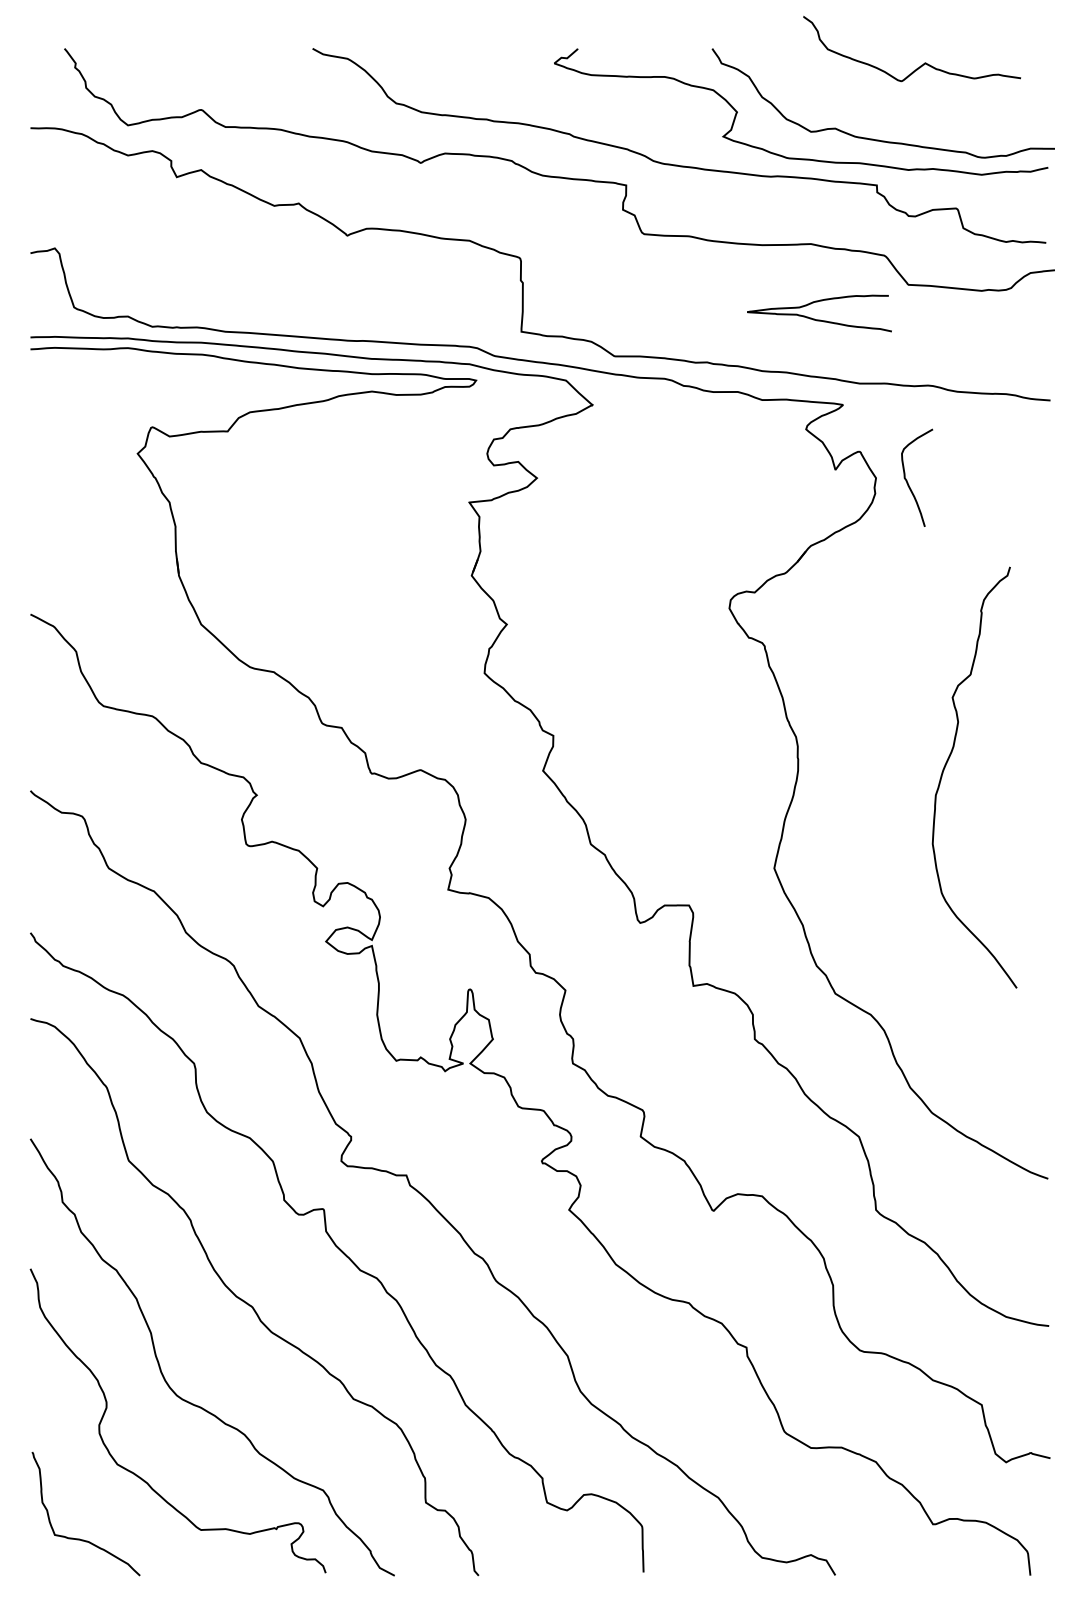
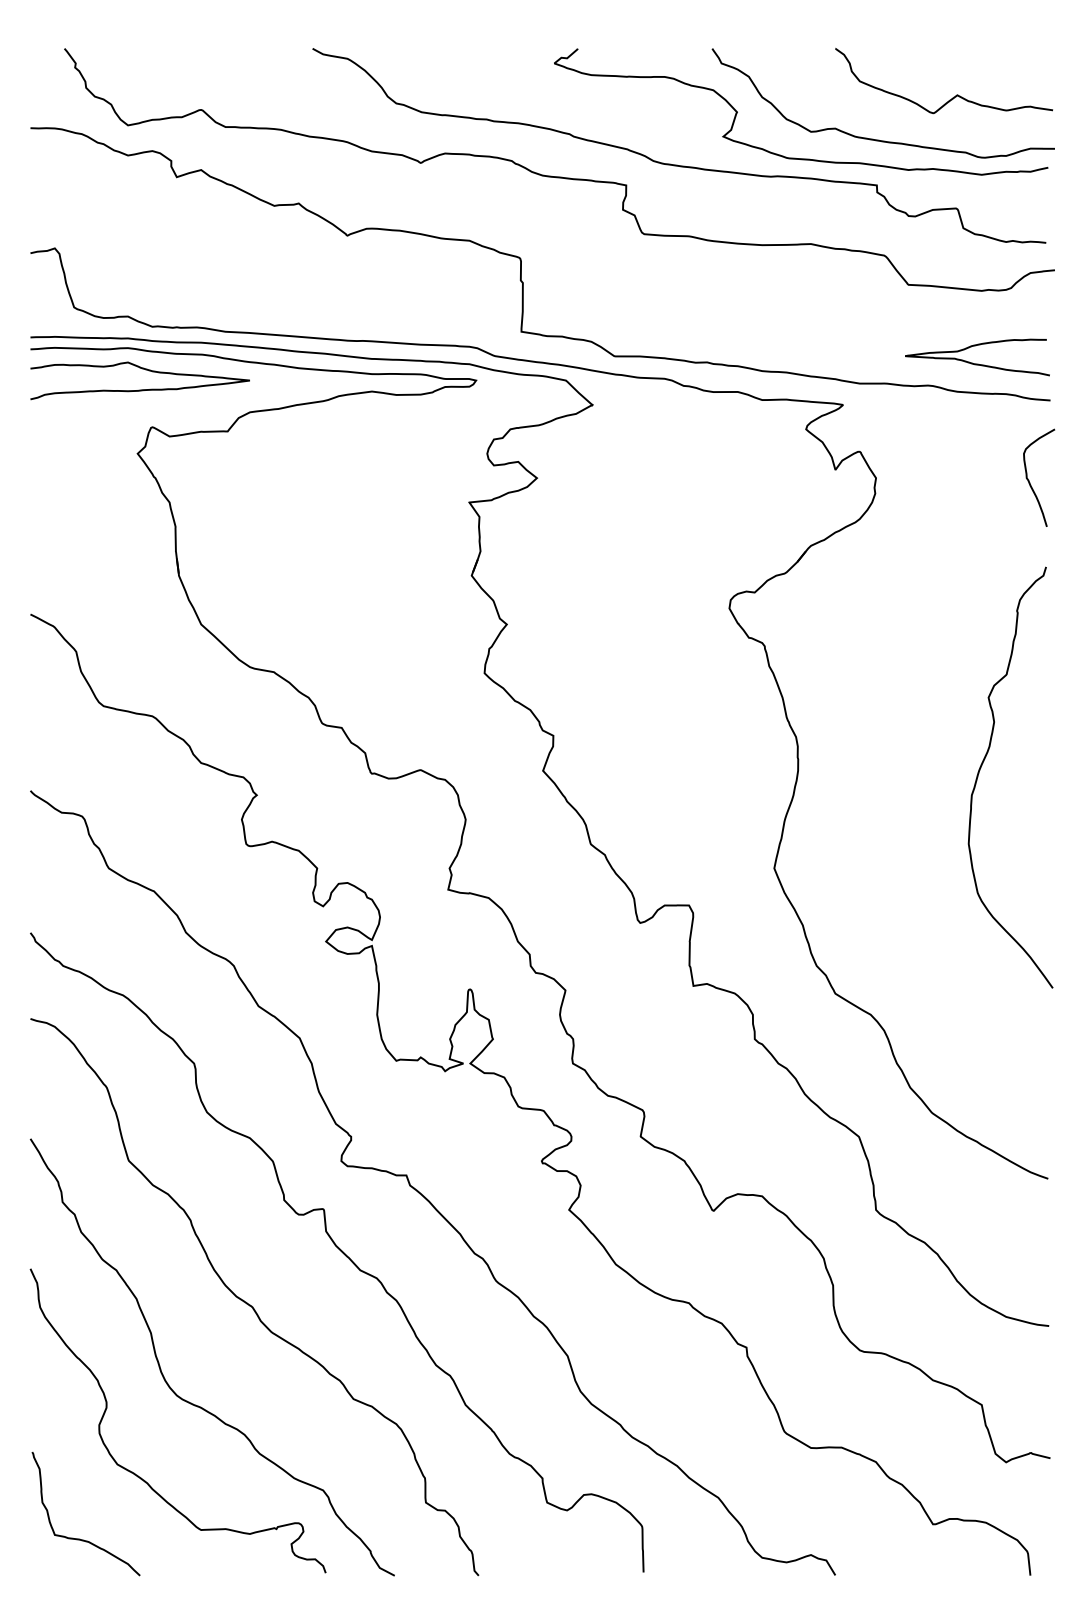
curve at (920, 65) position: (920, 65) -> (952, 97)
curve at (819, 319) position: (819, 319) -> (977, 363)
curve at (139, 389): none -> present
curve at (908, 482) position: (908, 482) -> (1030, 482)
curve at (945, 768) position: (945, 768) -> (981, 768)
